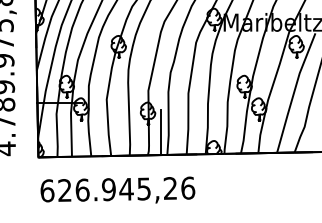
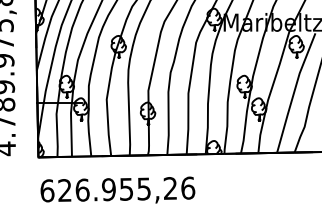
line at (161, 132): present -> none
text at (126, 189): 626.945,26 -> 626.955,26
